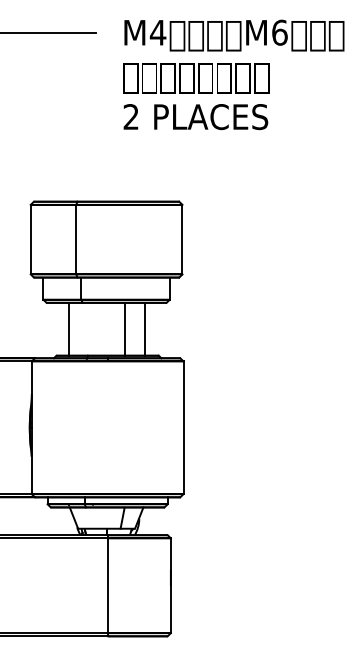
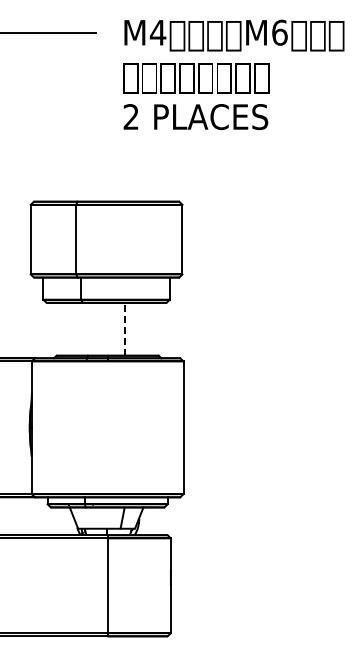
line at (68, 328): present -> none
line at (125, 328): solid -> dashed
line at (144, 328): present -> none
